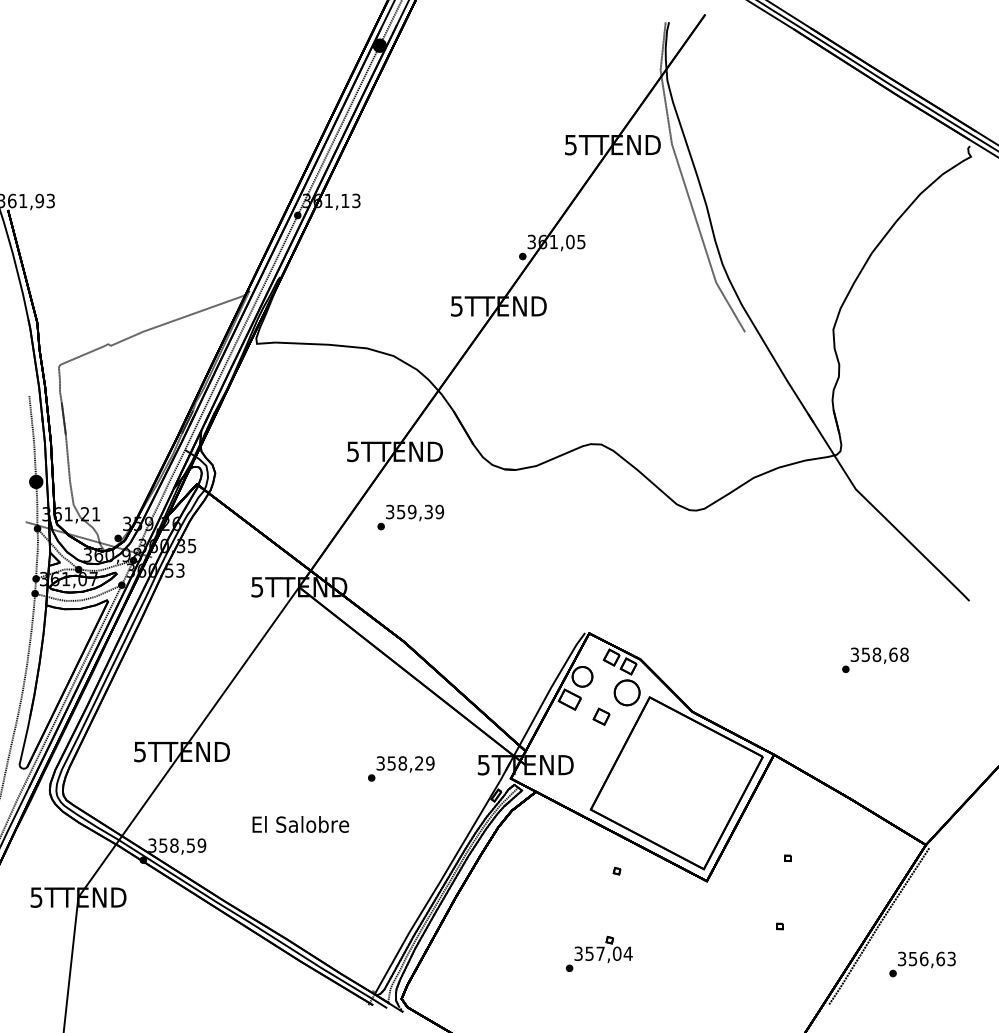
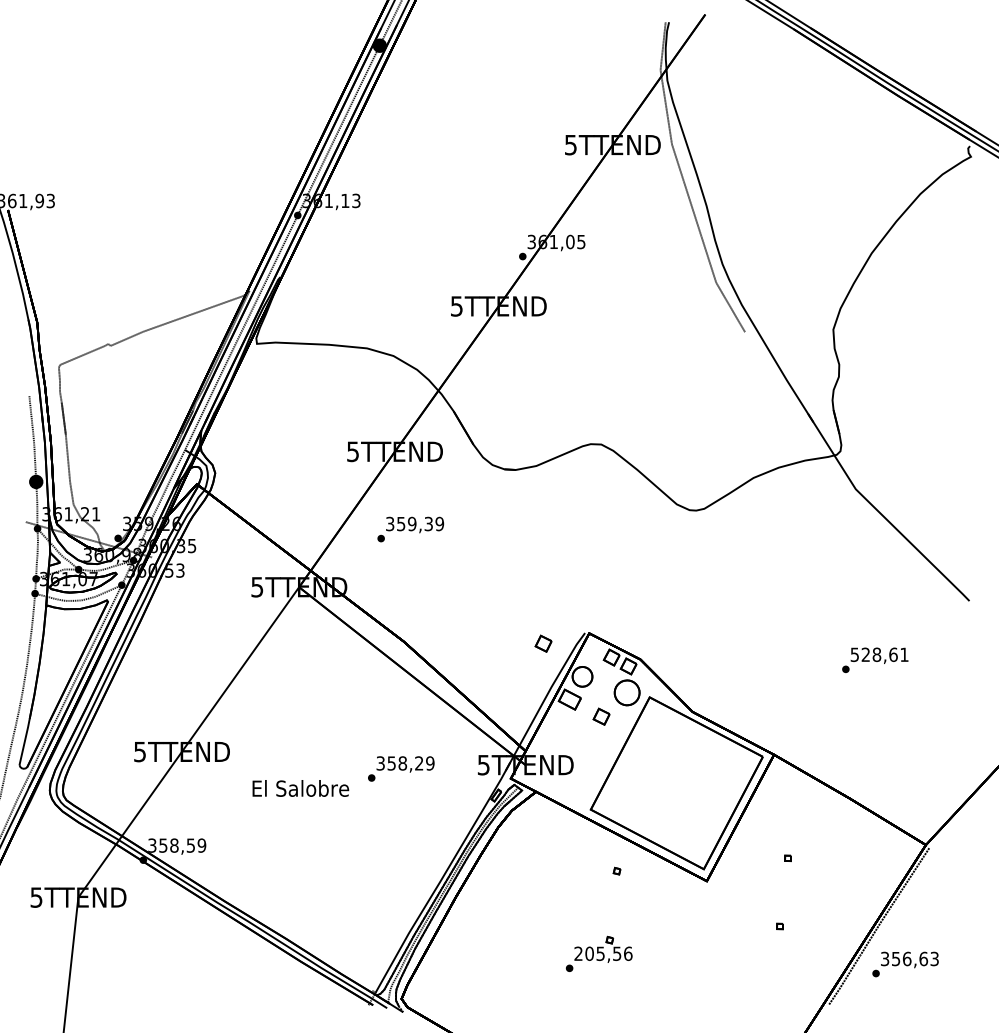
text at (410, 517) position: (410, 517) -> (410, 529)
part at (543, 643): none -> present
text at (879, 654): 358,68 -> 528,61
text at (300, 824) position: (300, 824) -> (300, 788)
text at (603, 953): 357,04 -> 205,56
text at (922, 964) position: (922, 964) -> (905, 964)
